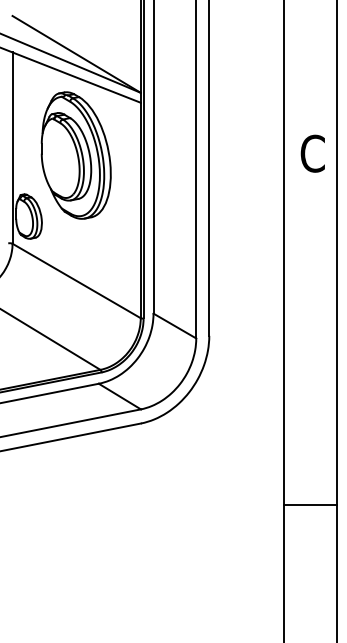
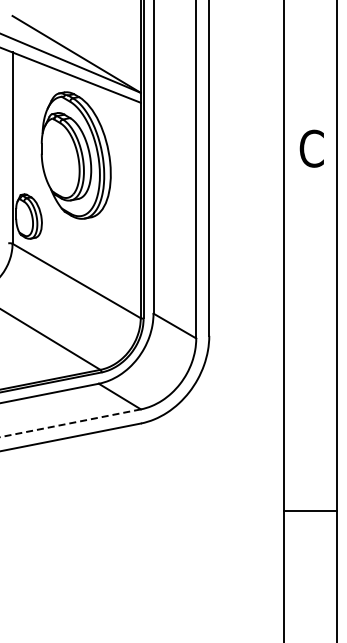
text at (312, 153) position: (312, 153) -> (311, 148)
line at (70, 423): solid -> dashed
line at (309, 505) position: (309, 505) -> (309, 511)
